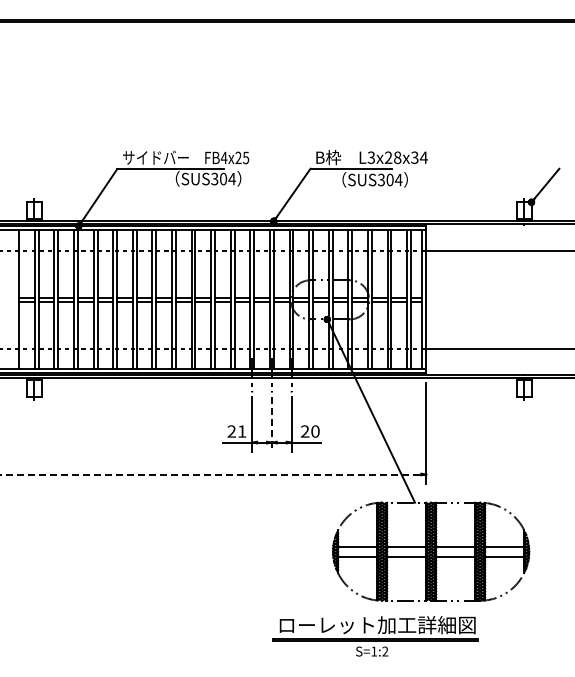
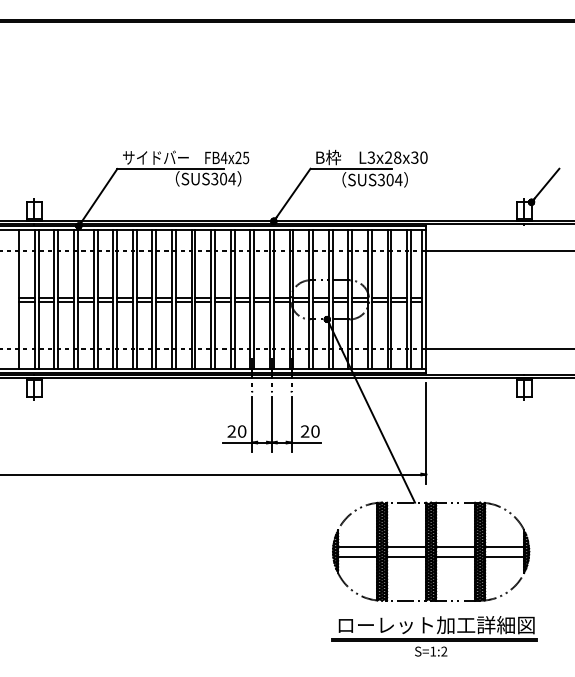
text at (423, 157): L3x28x34 -> L3x28x30
line at (271, 424): dashed -> solid
text at (242, 431): 21 -> 20
line at (211, 474): dashed -> solid
part at (375, 636) position: (375, 636) -> (434, 636)
